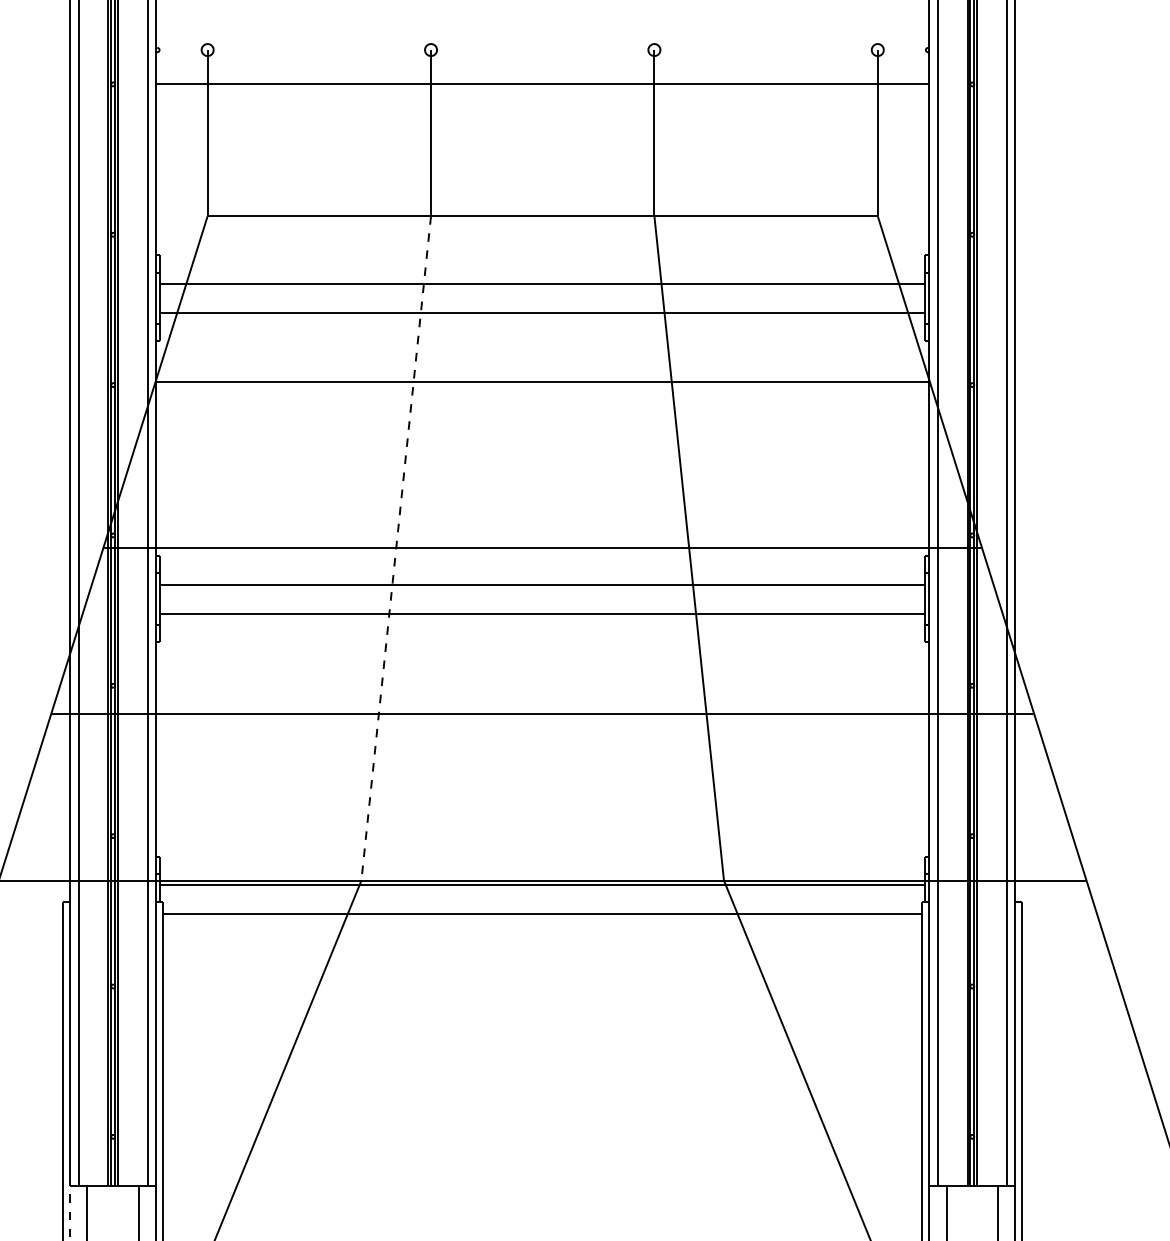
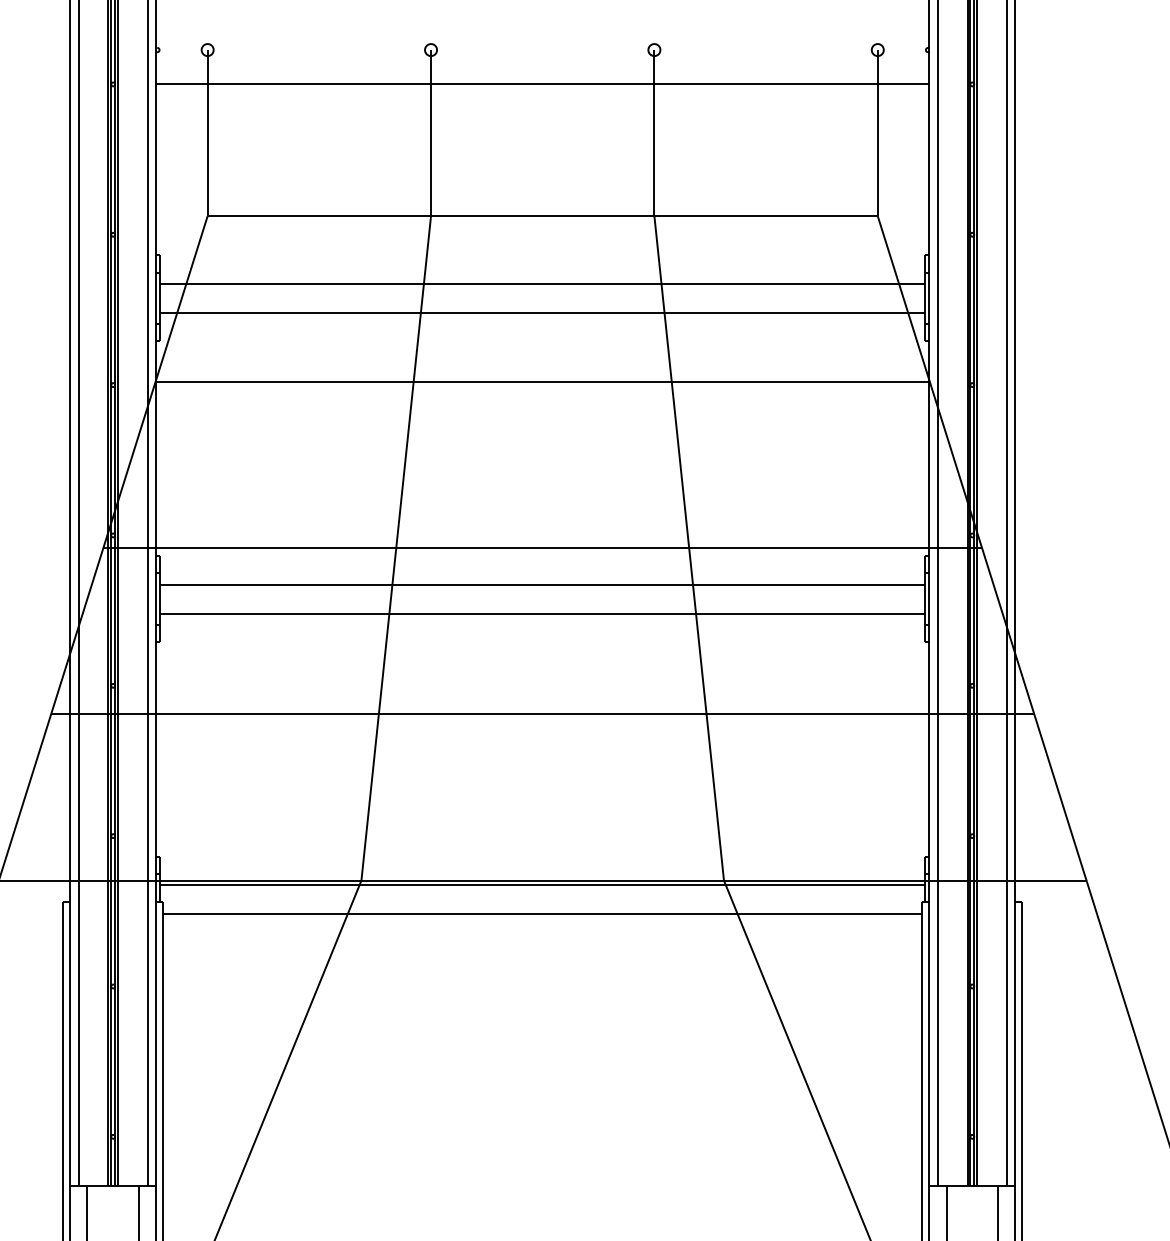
line at (396, 548): dashed -> solid
line at (70, 1212): dashed -> solid
